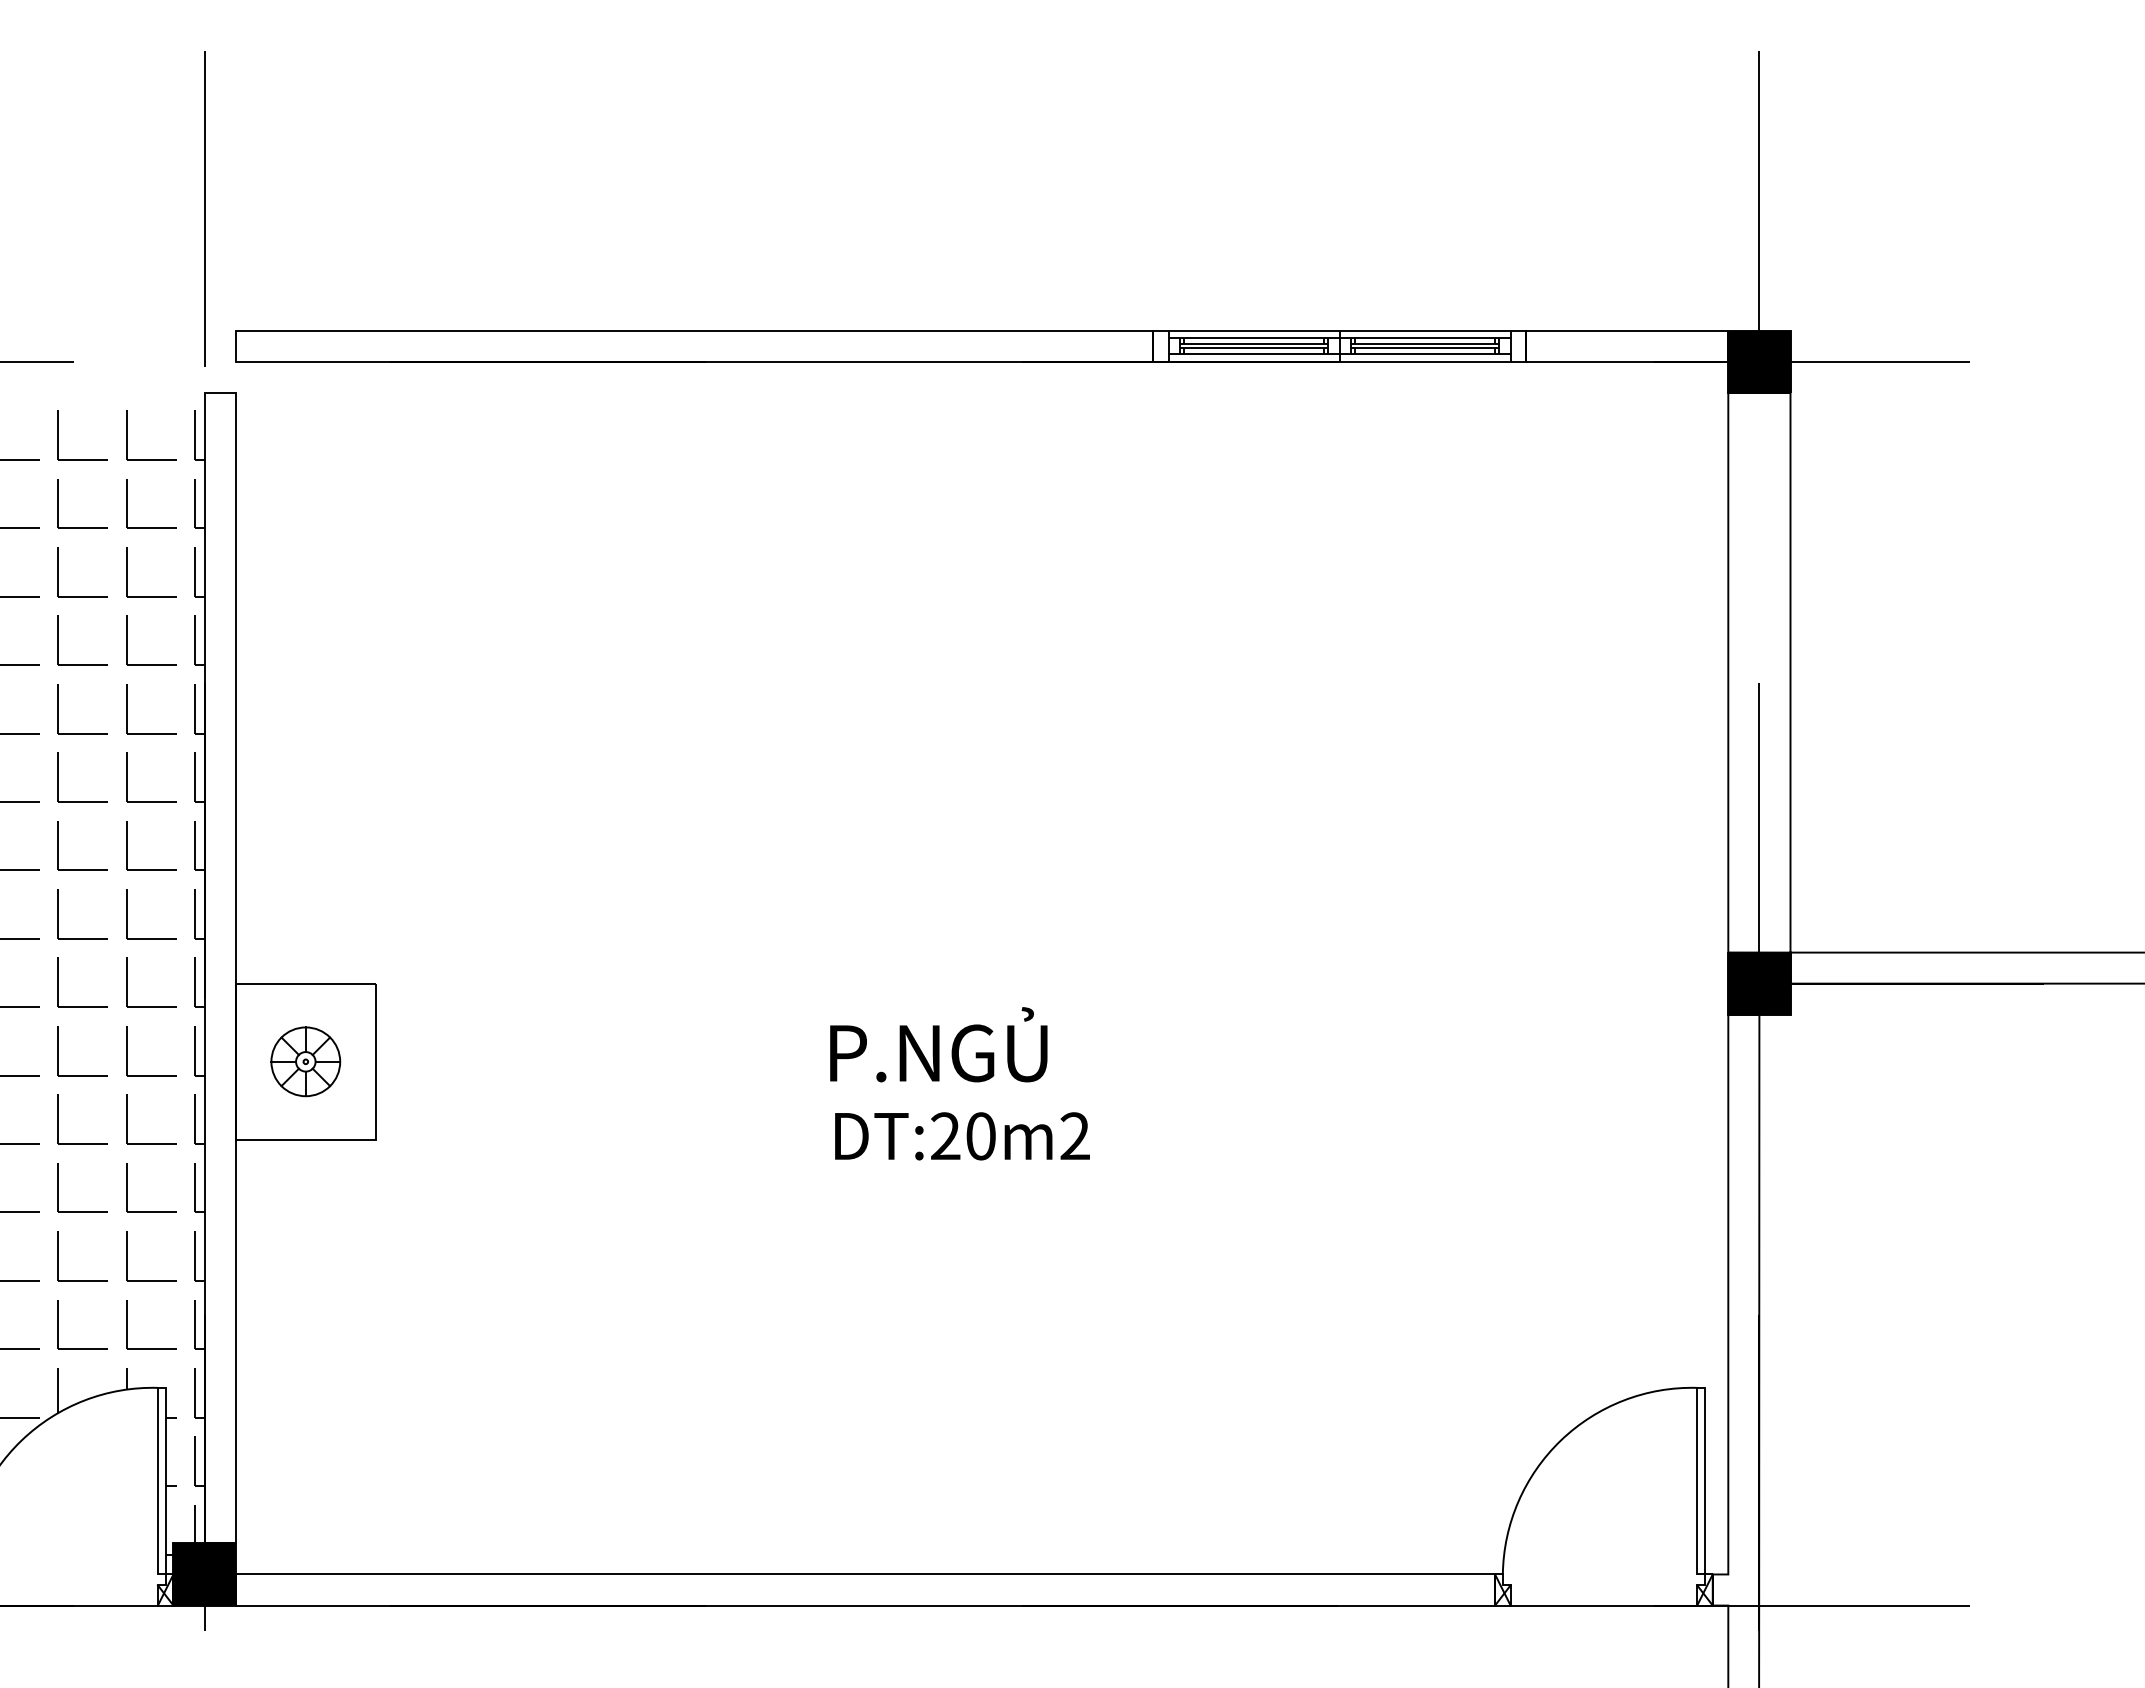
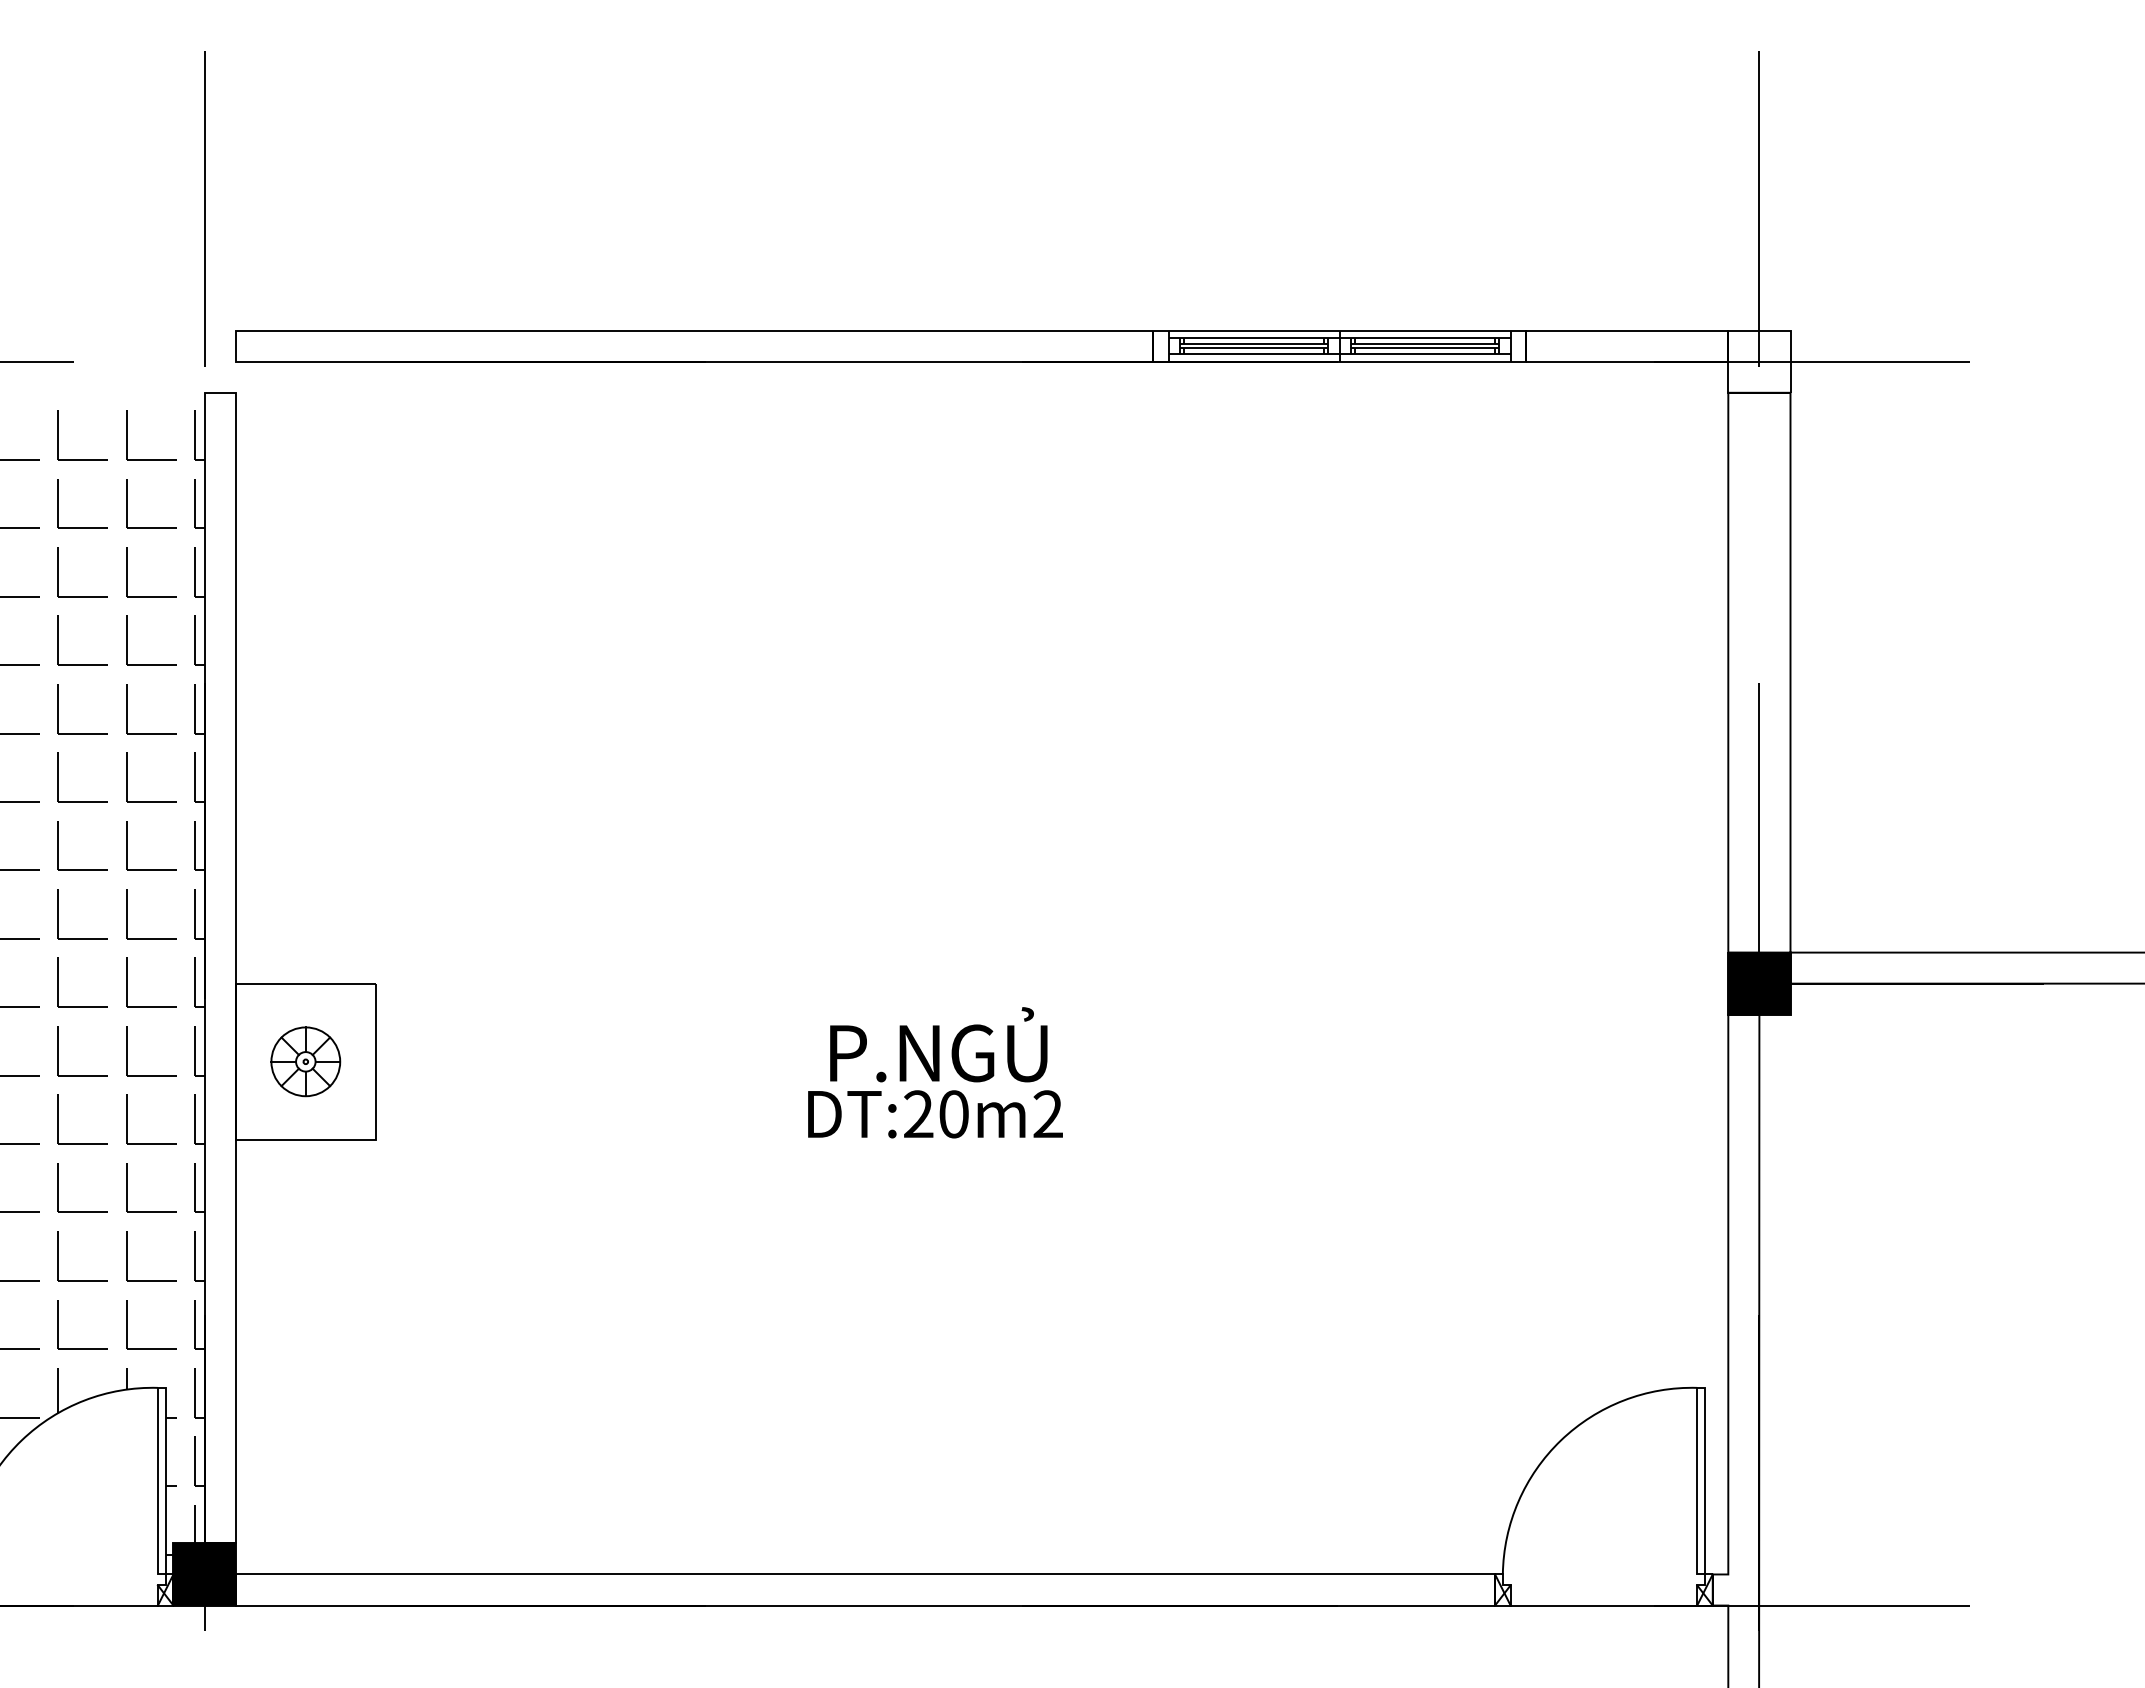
fill at (1759, 361): present -> none
text at (962, 1136) position: (962, 1136) -> (935, 1114)
